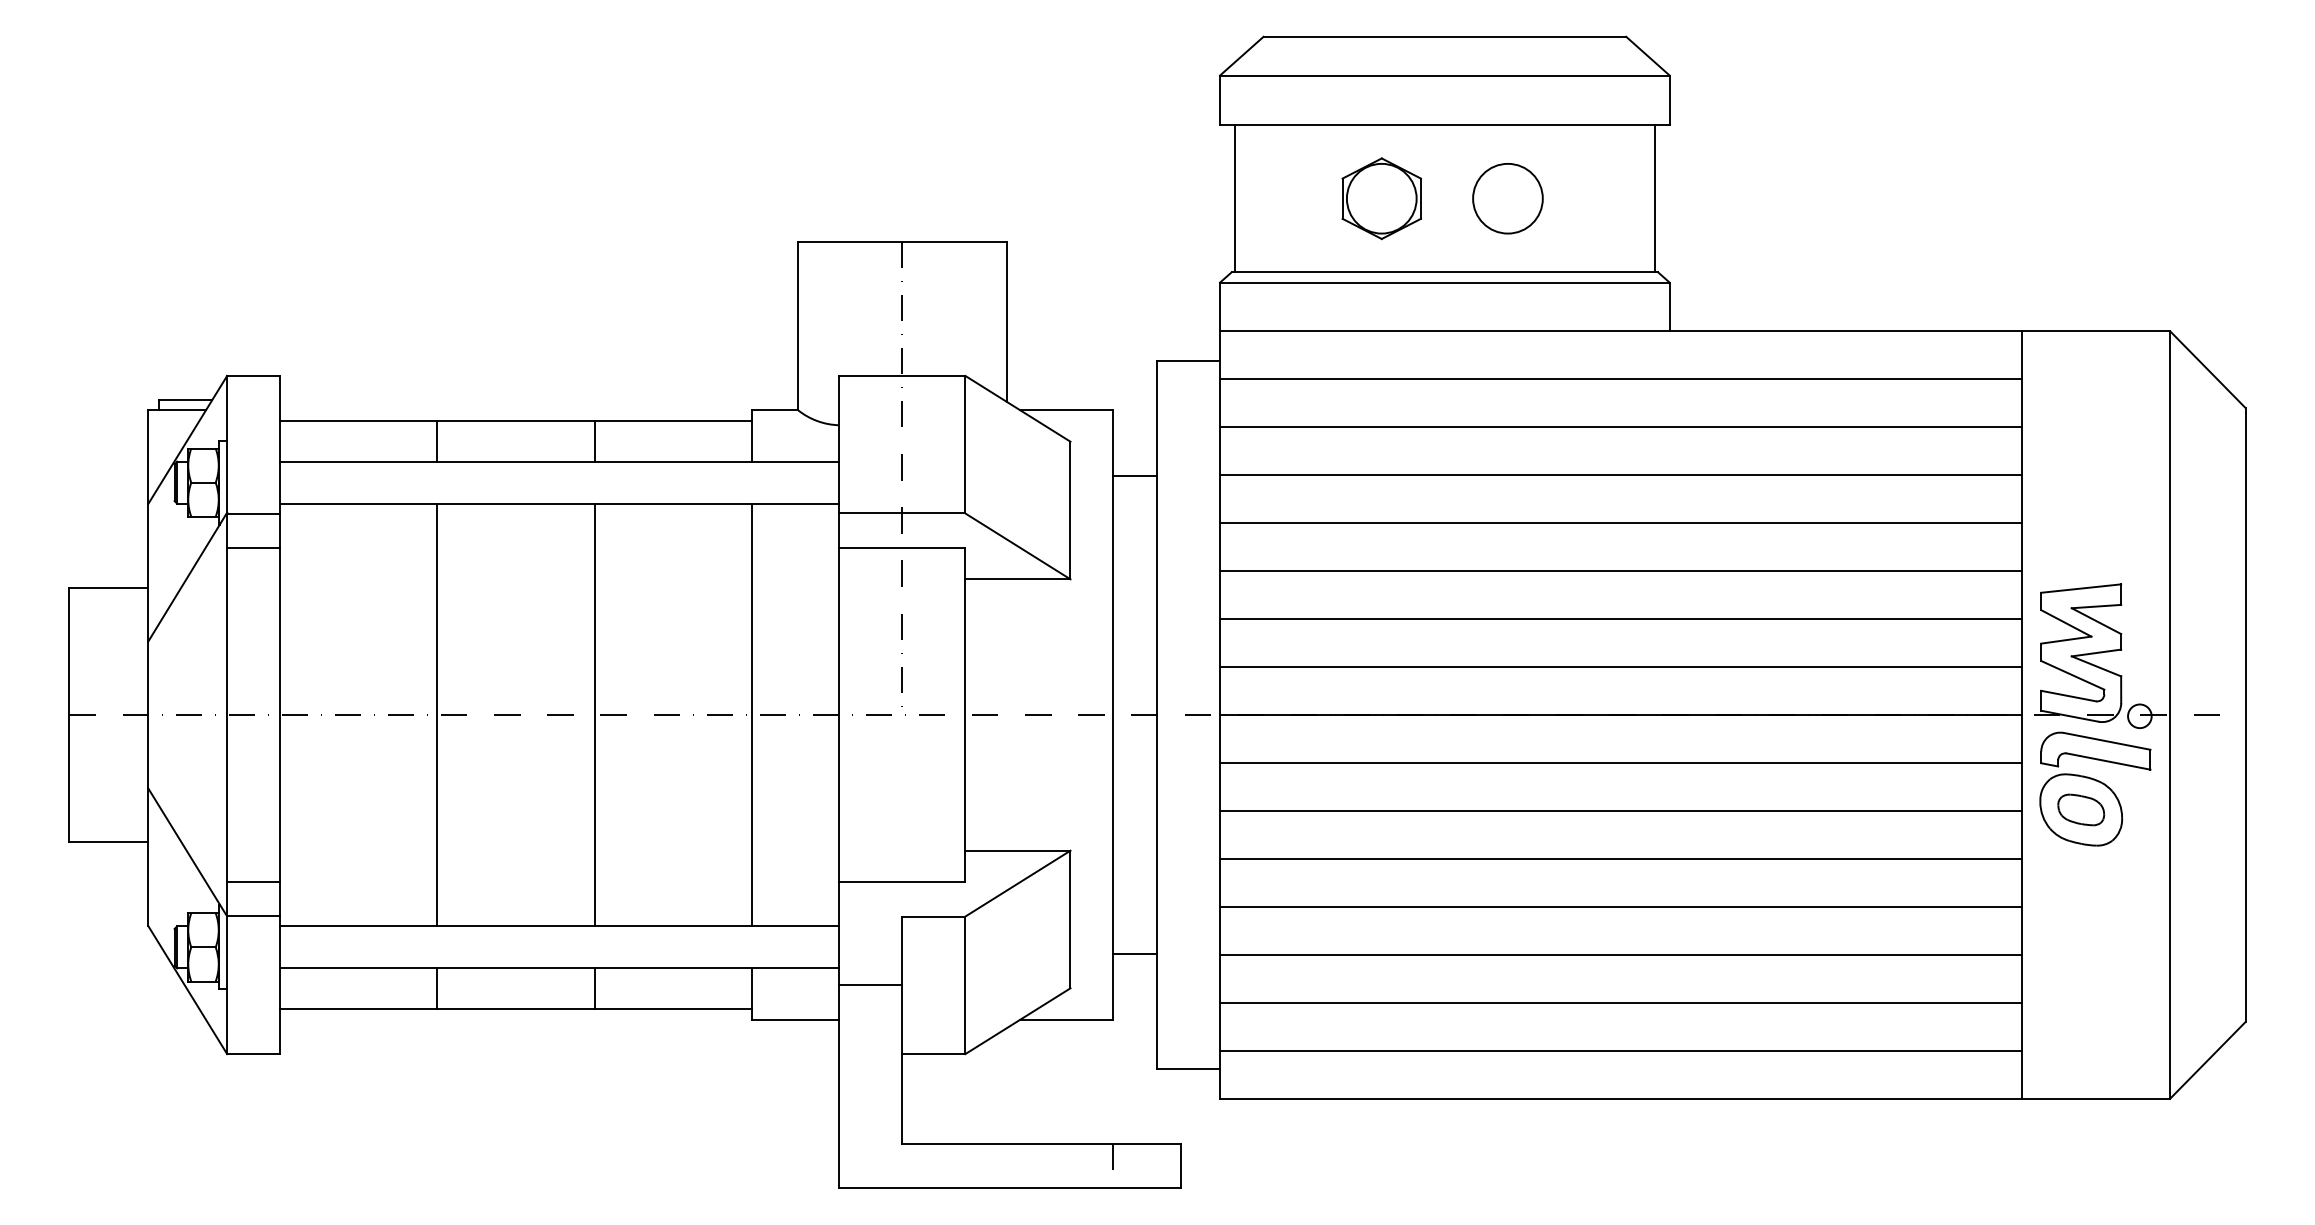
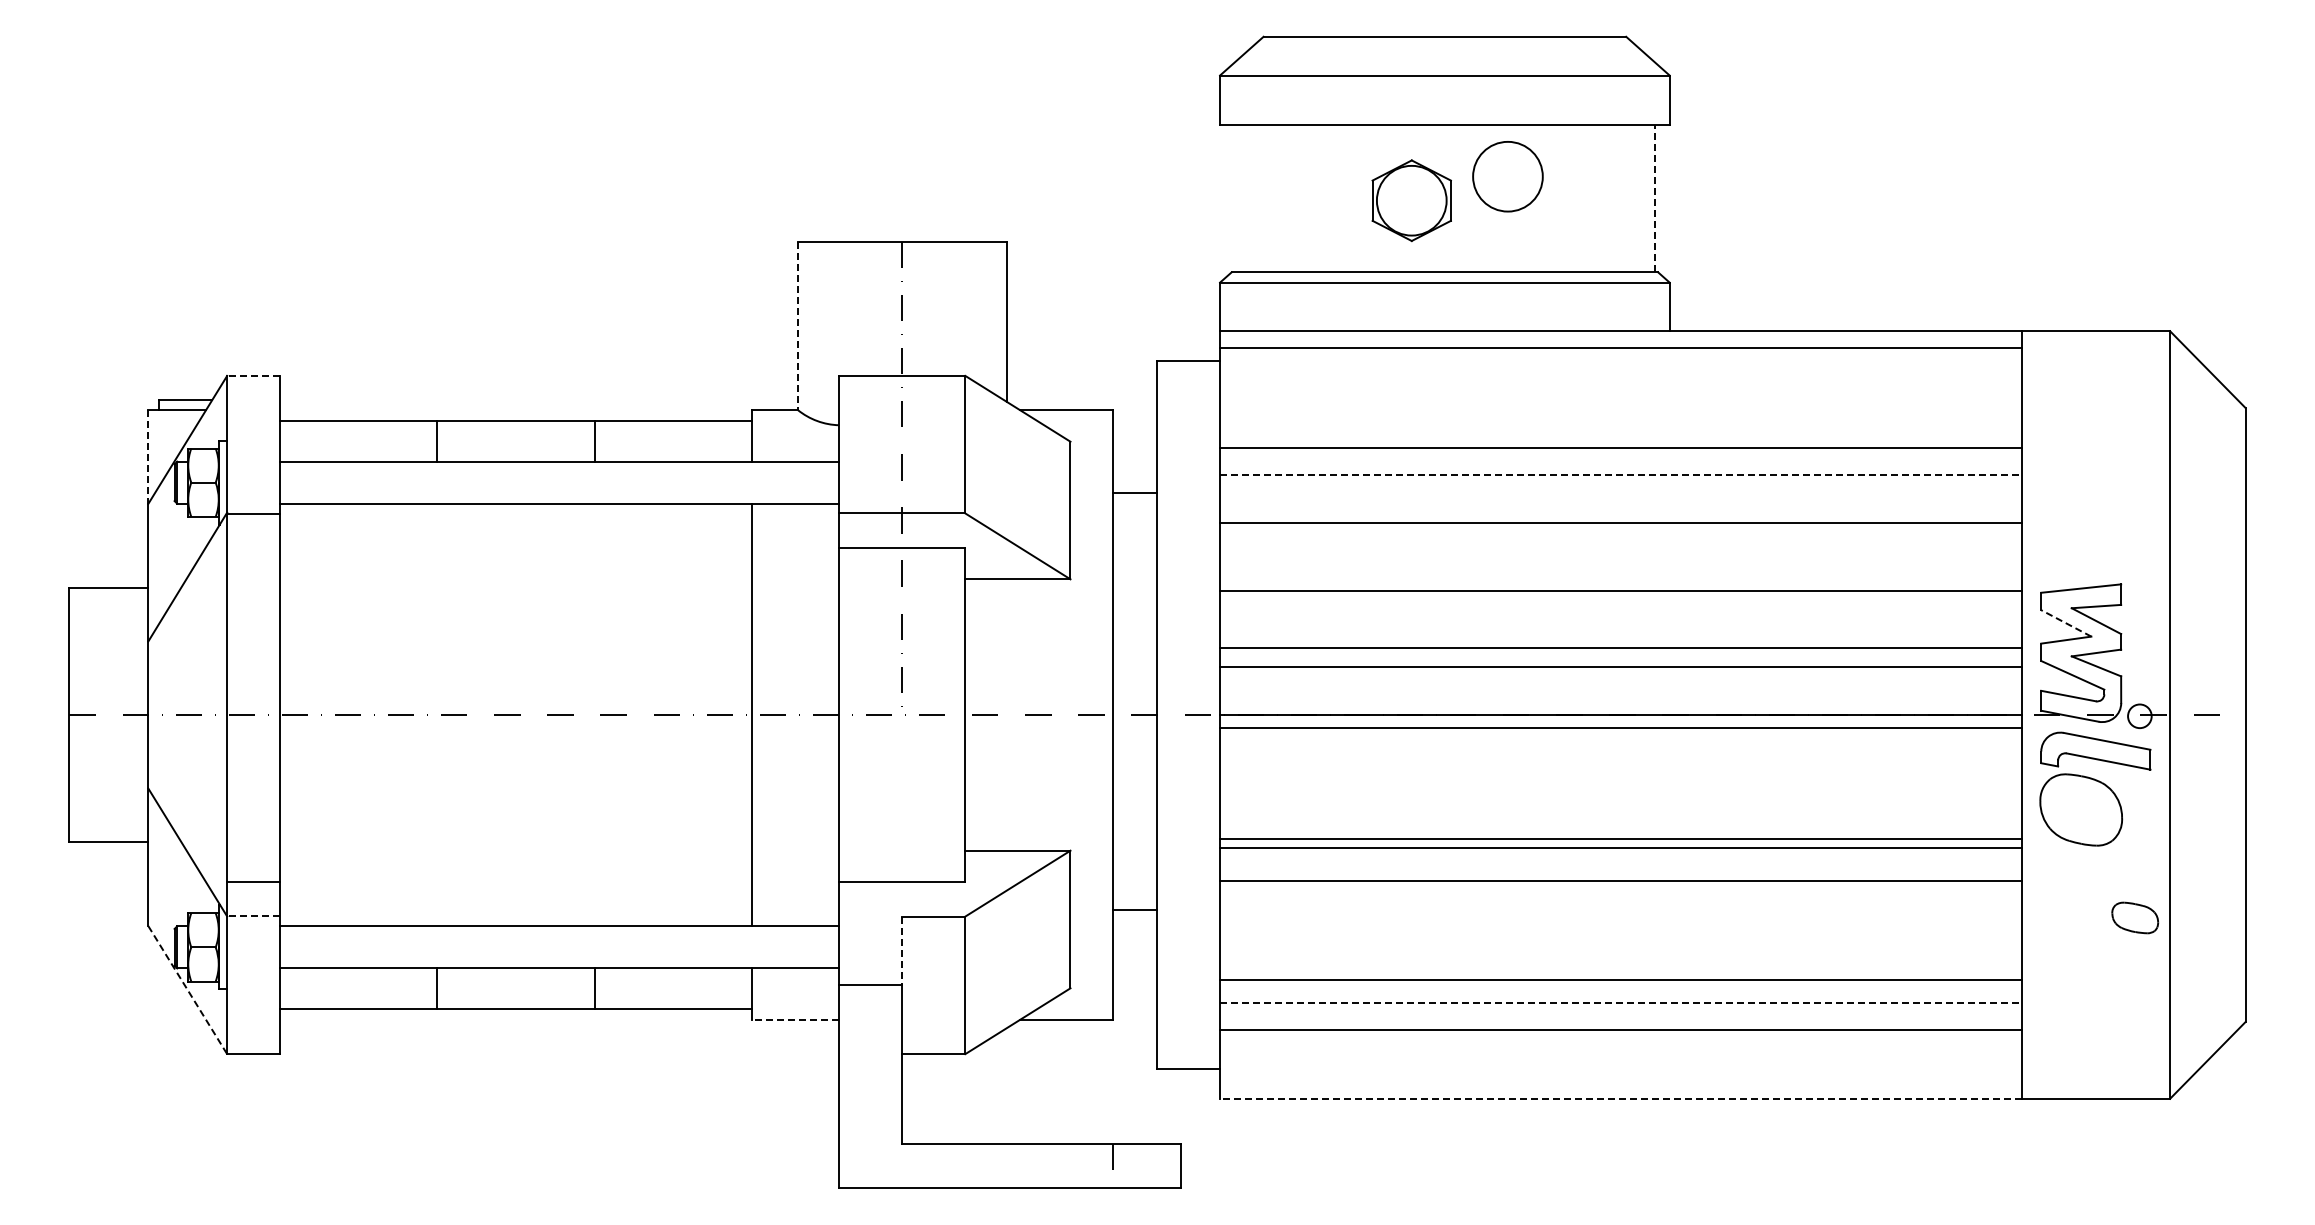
line at (1234, 198): present -> none
part at (1381, 198) position: (1381, 198) -> (1411, 200)
circle at (1507, 198) position: (1507, 198) -> (1507, 176)
line at (1655, 198): solid -> dashed
line at (797, 326): solid -> dashed
line at (252, 375): solid -> dashed
line at (1620, 379) position: (1620, 379) -> (1620, 348)
line at (1620, 427) position: (1620, 427) -> (1620, 448)
line at (148, 457): solid -> dashed
line at (1134, 475) position: (1134, 475) -> (1134, 492)
line at (1620, 475): solid -> dashed
line at (253, 547): present -> none
line at (1620, 571) position: (1620, 571) -> (1620, 591)
line at (1620, 619) position: (1620, 619) -> (1620, 648)
line at (2065, 623): solid -> dashed
line at (437, 714): present -> none
line at (595, 714): present -> none
line at (1620, 762) position: (1620, 762) -> (1620, 727)
part at (2081, 809) position: (2081, 809) -> (2135, 917)
line at (1620, 810) position: (1620, 810) -> (1620, 847)
line at (1620, 858) position: (1620, 858) -> (1620, 838)
line at (1620, 906) position: (1620, 906) -> (1620, 880)
line at (252, 916): solid -> dashed
line at (902, 951): solid -> dashed
line at (1134, 954) position: (1134, 954) -> (1134, 910)
line at (1620, 954) position: (1620, 954) -> (1620, 979)
line at (188, 990): solid -> dashed
line at (1620, 1002): solid -> dashed
line at (795, 1019): solid -> dashed
line at (1620, 1050) position: (1620, 1050) -> (1620, 1029)
line at (1620, 1098): solid -> dashed
